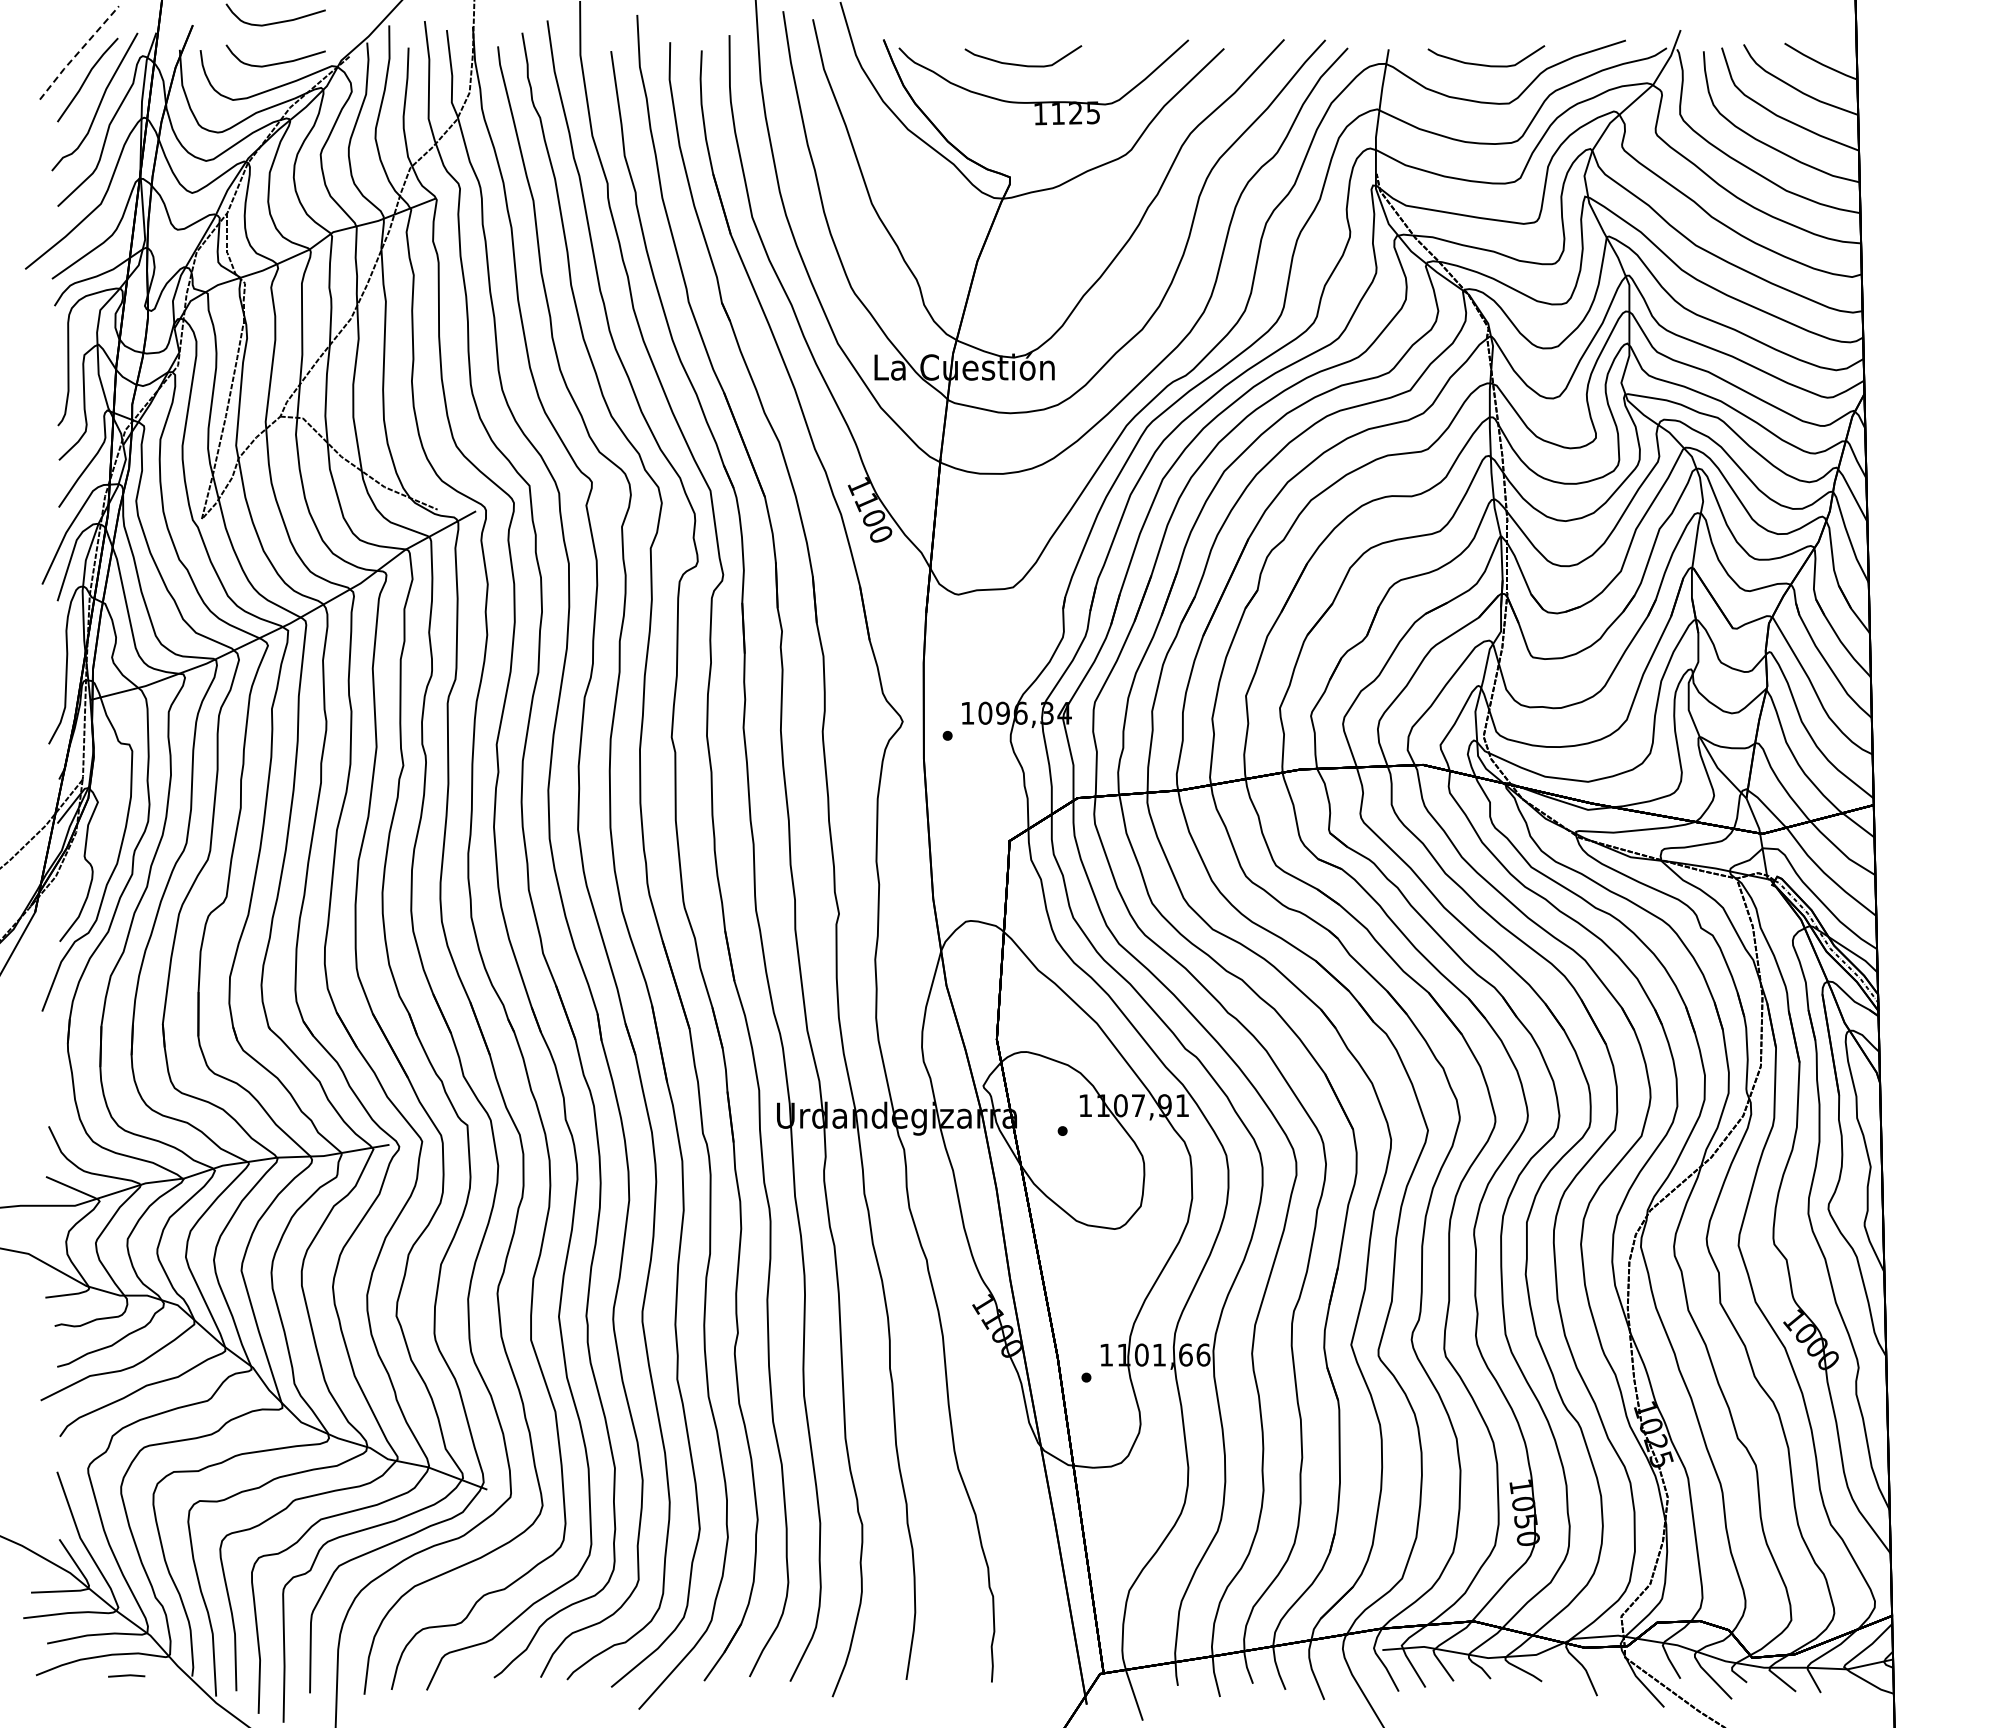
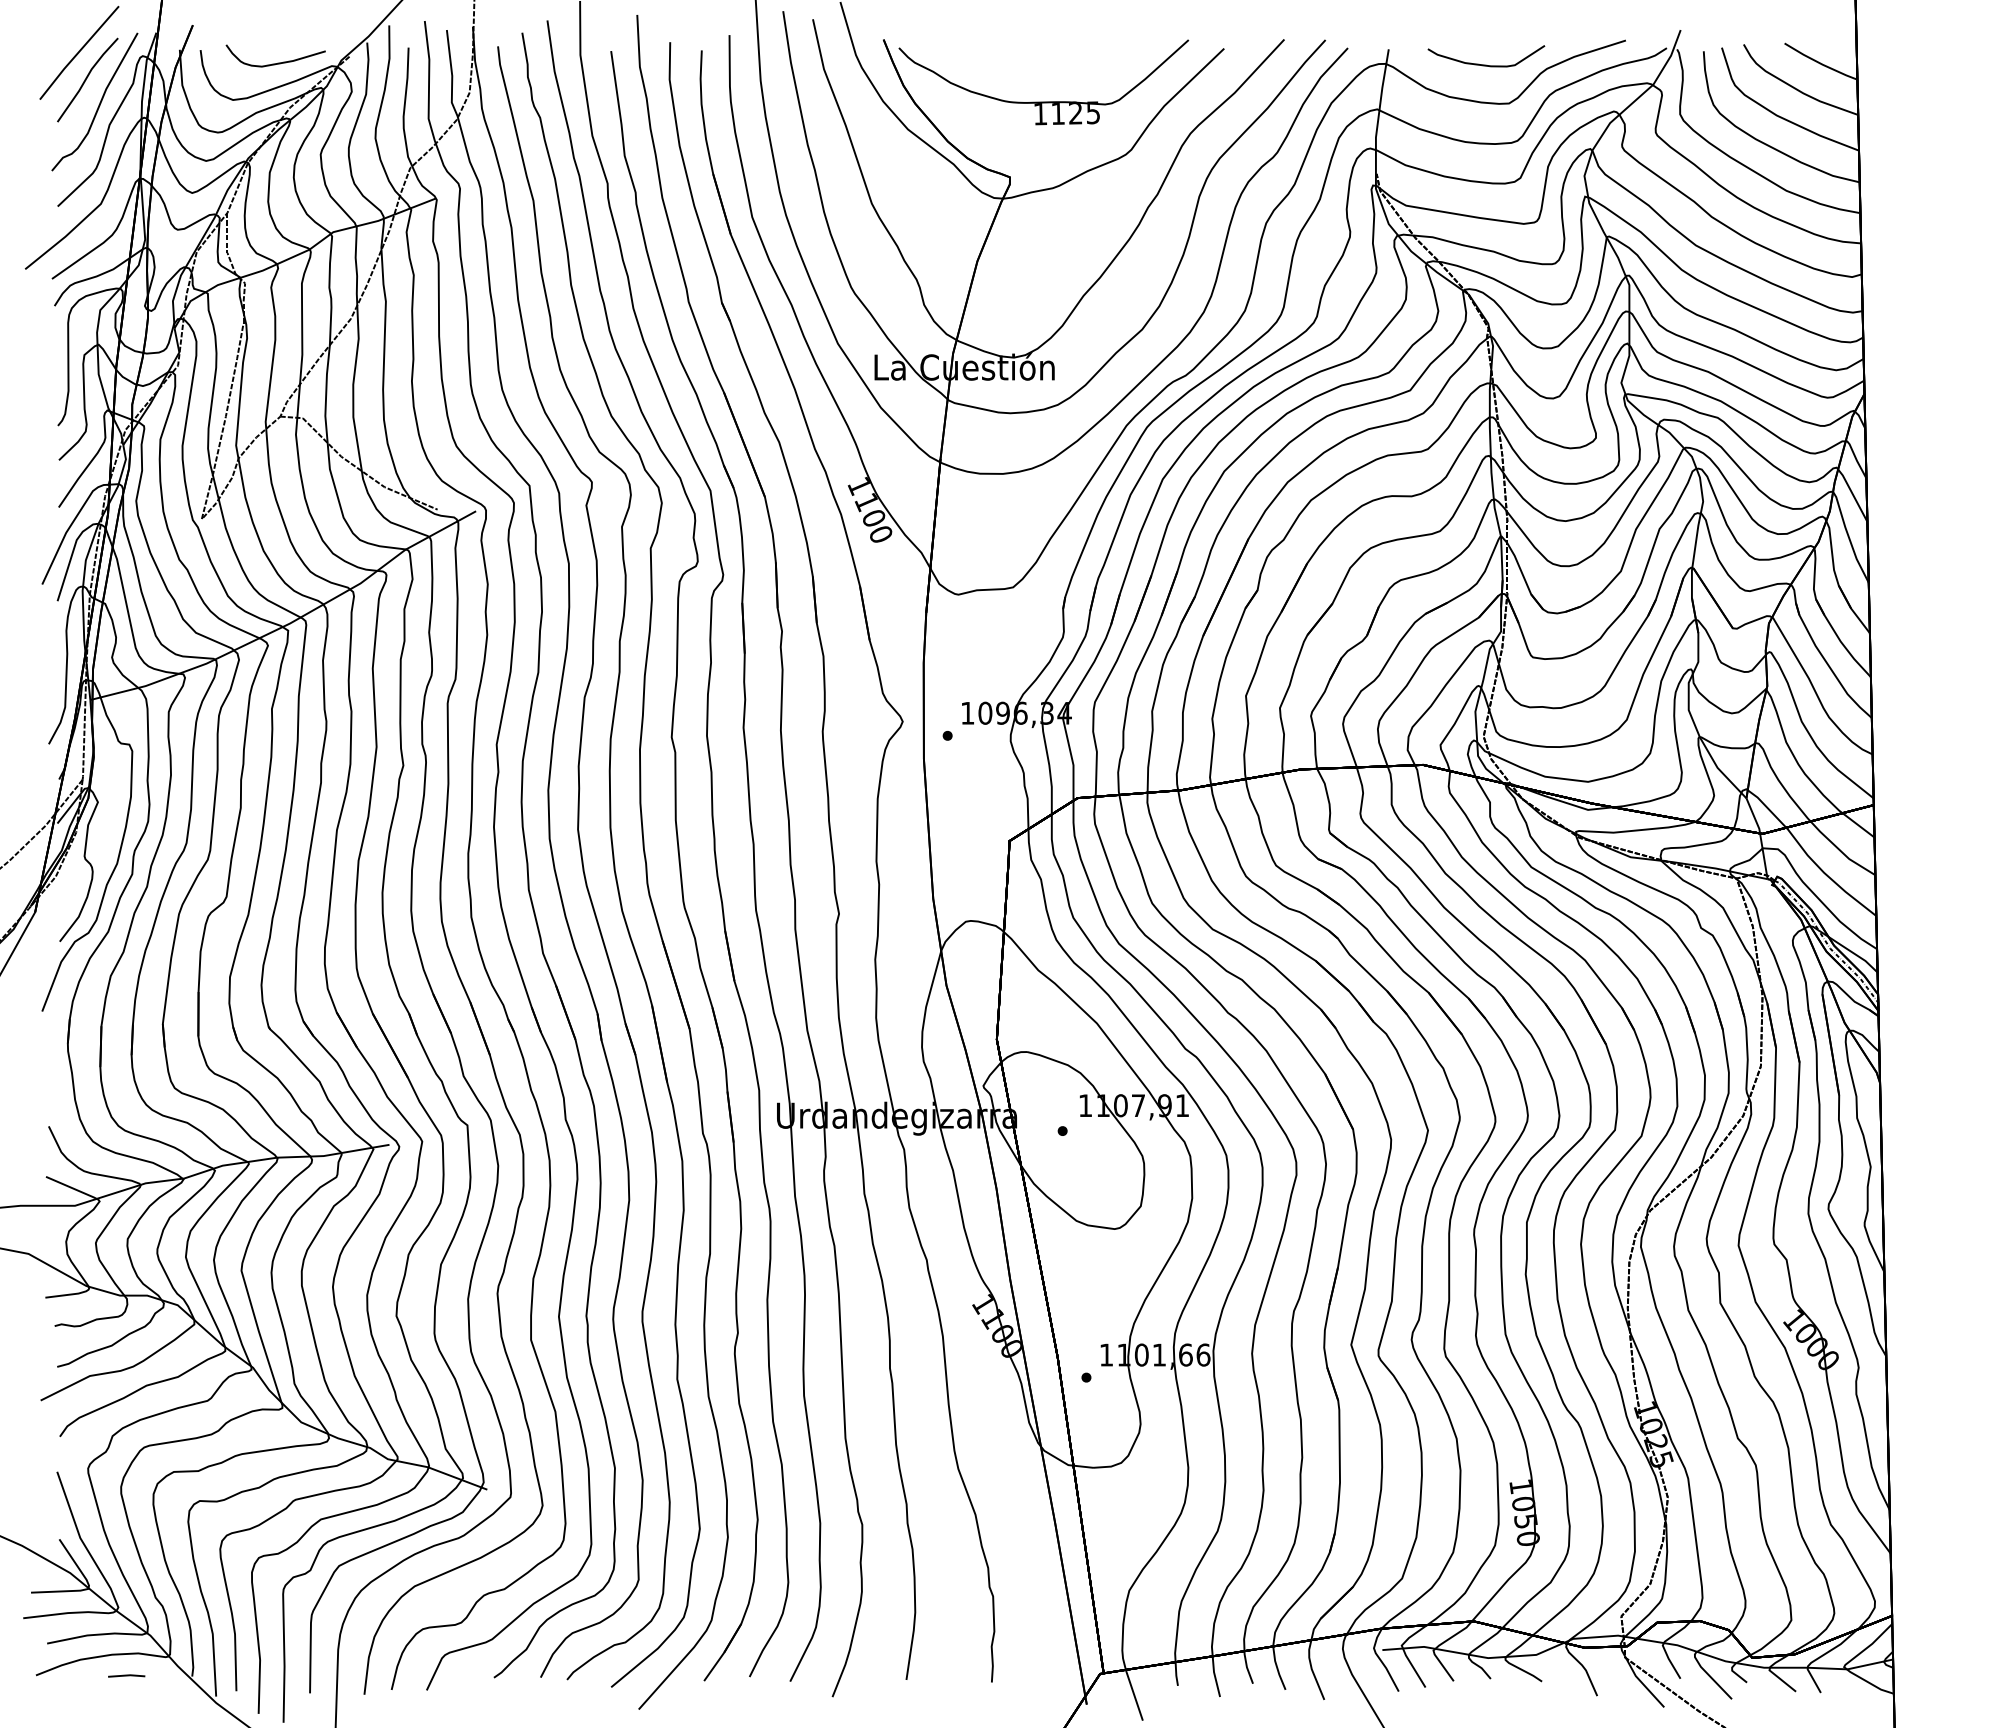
curve at (277, 21): present -> none
line at (78, 52): dashed -> solid
curve at (1023, 64): present -> none
